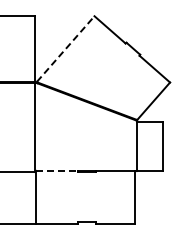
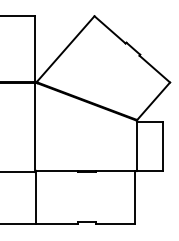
line at (65, 49): dashed -> solid
line at (57, 171): dashed -> solid
